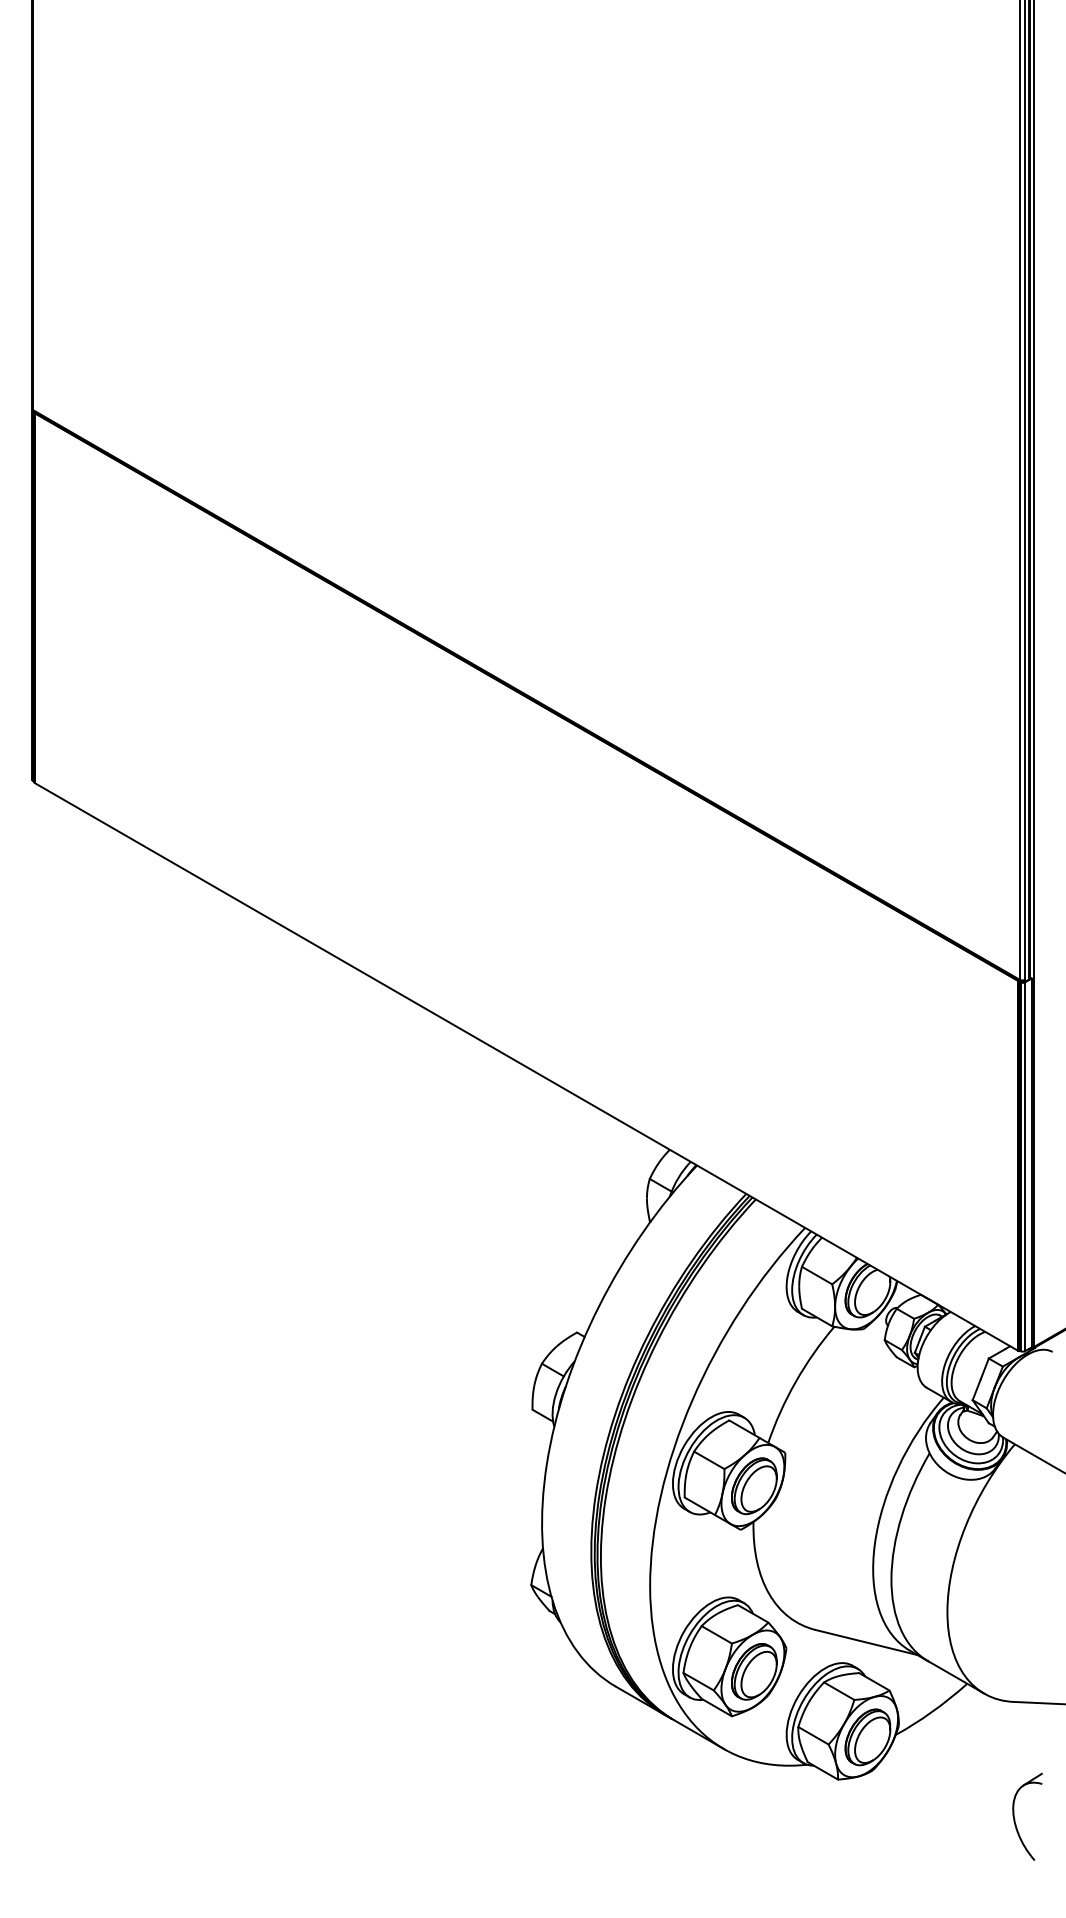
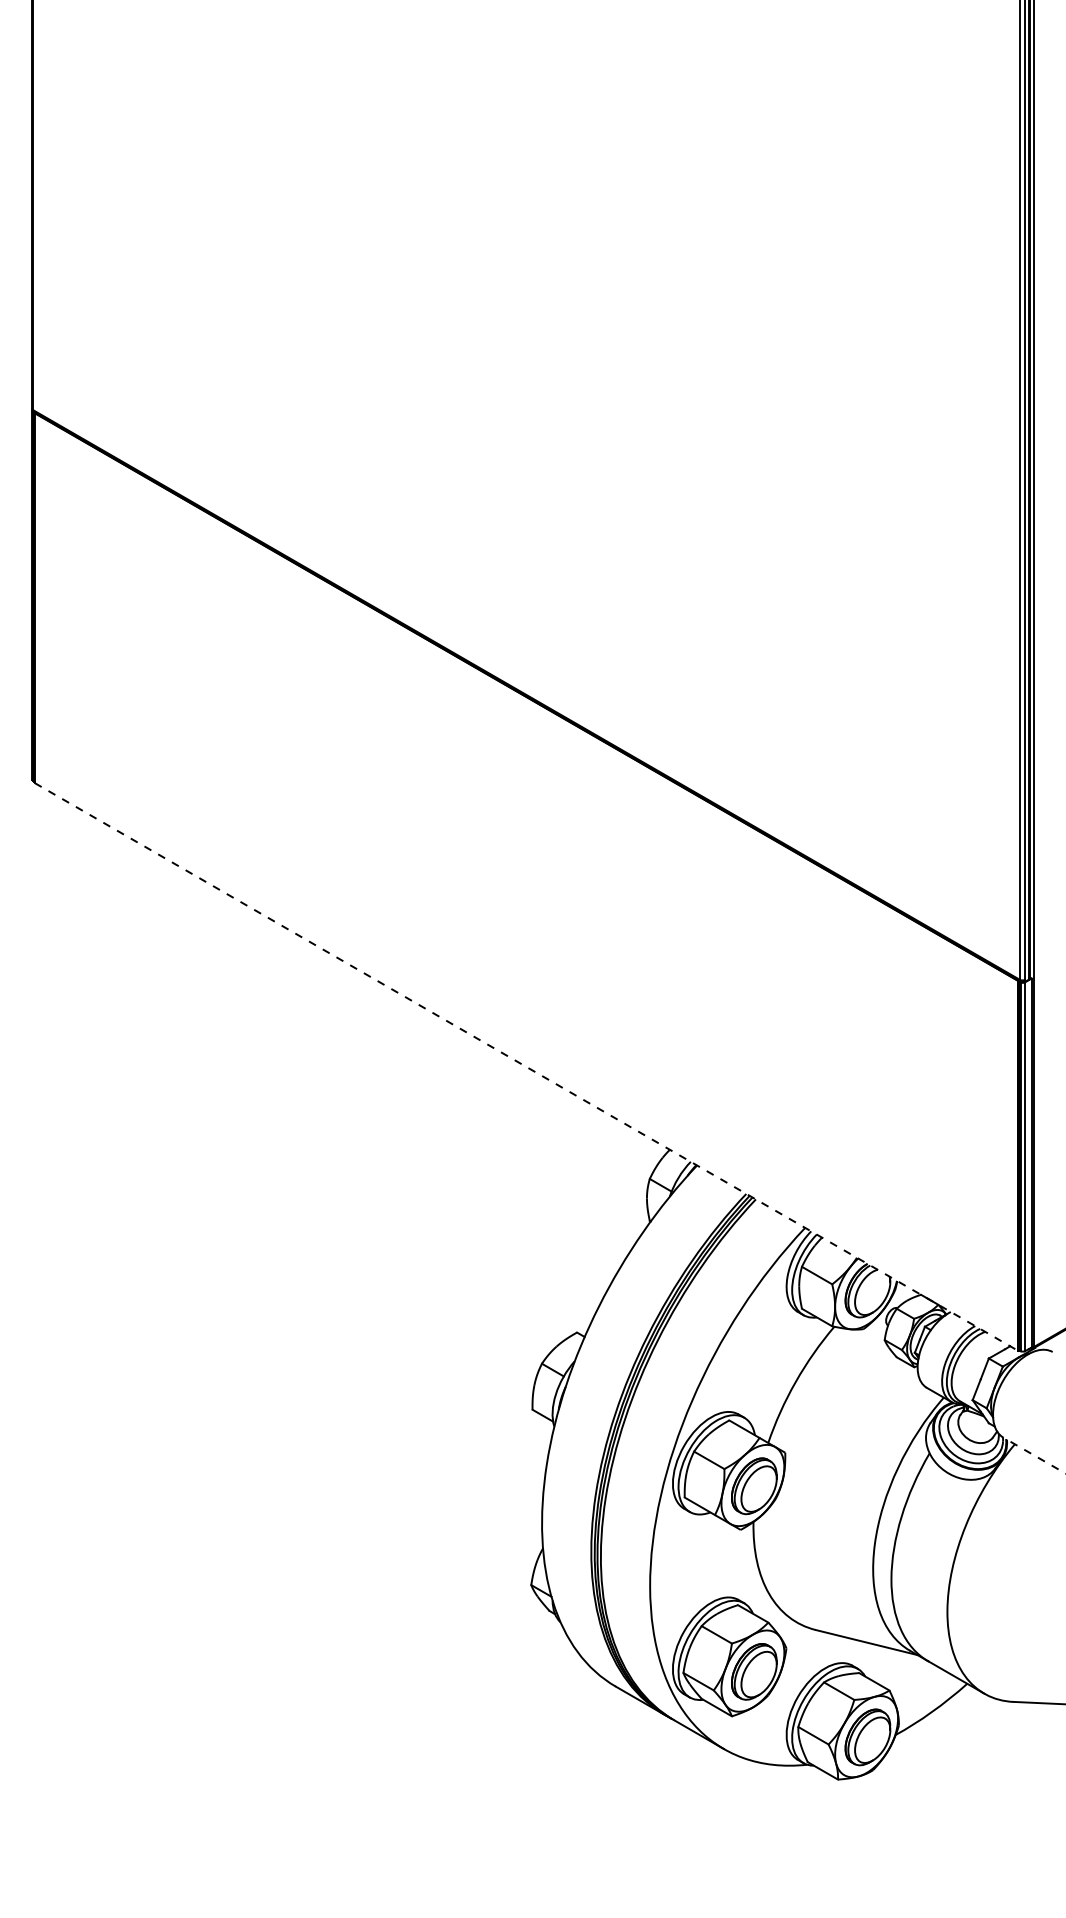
line at (526, 1067): solid -> dashed
line at (1034, 1455): solid -> dashed
part at (1015, 1819): present -> none
